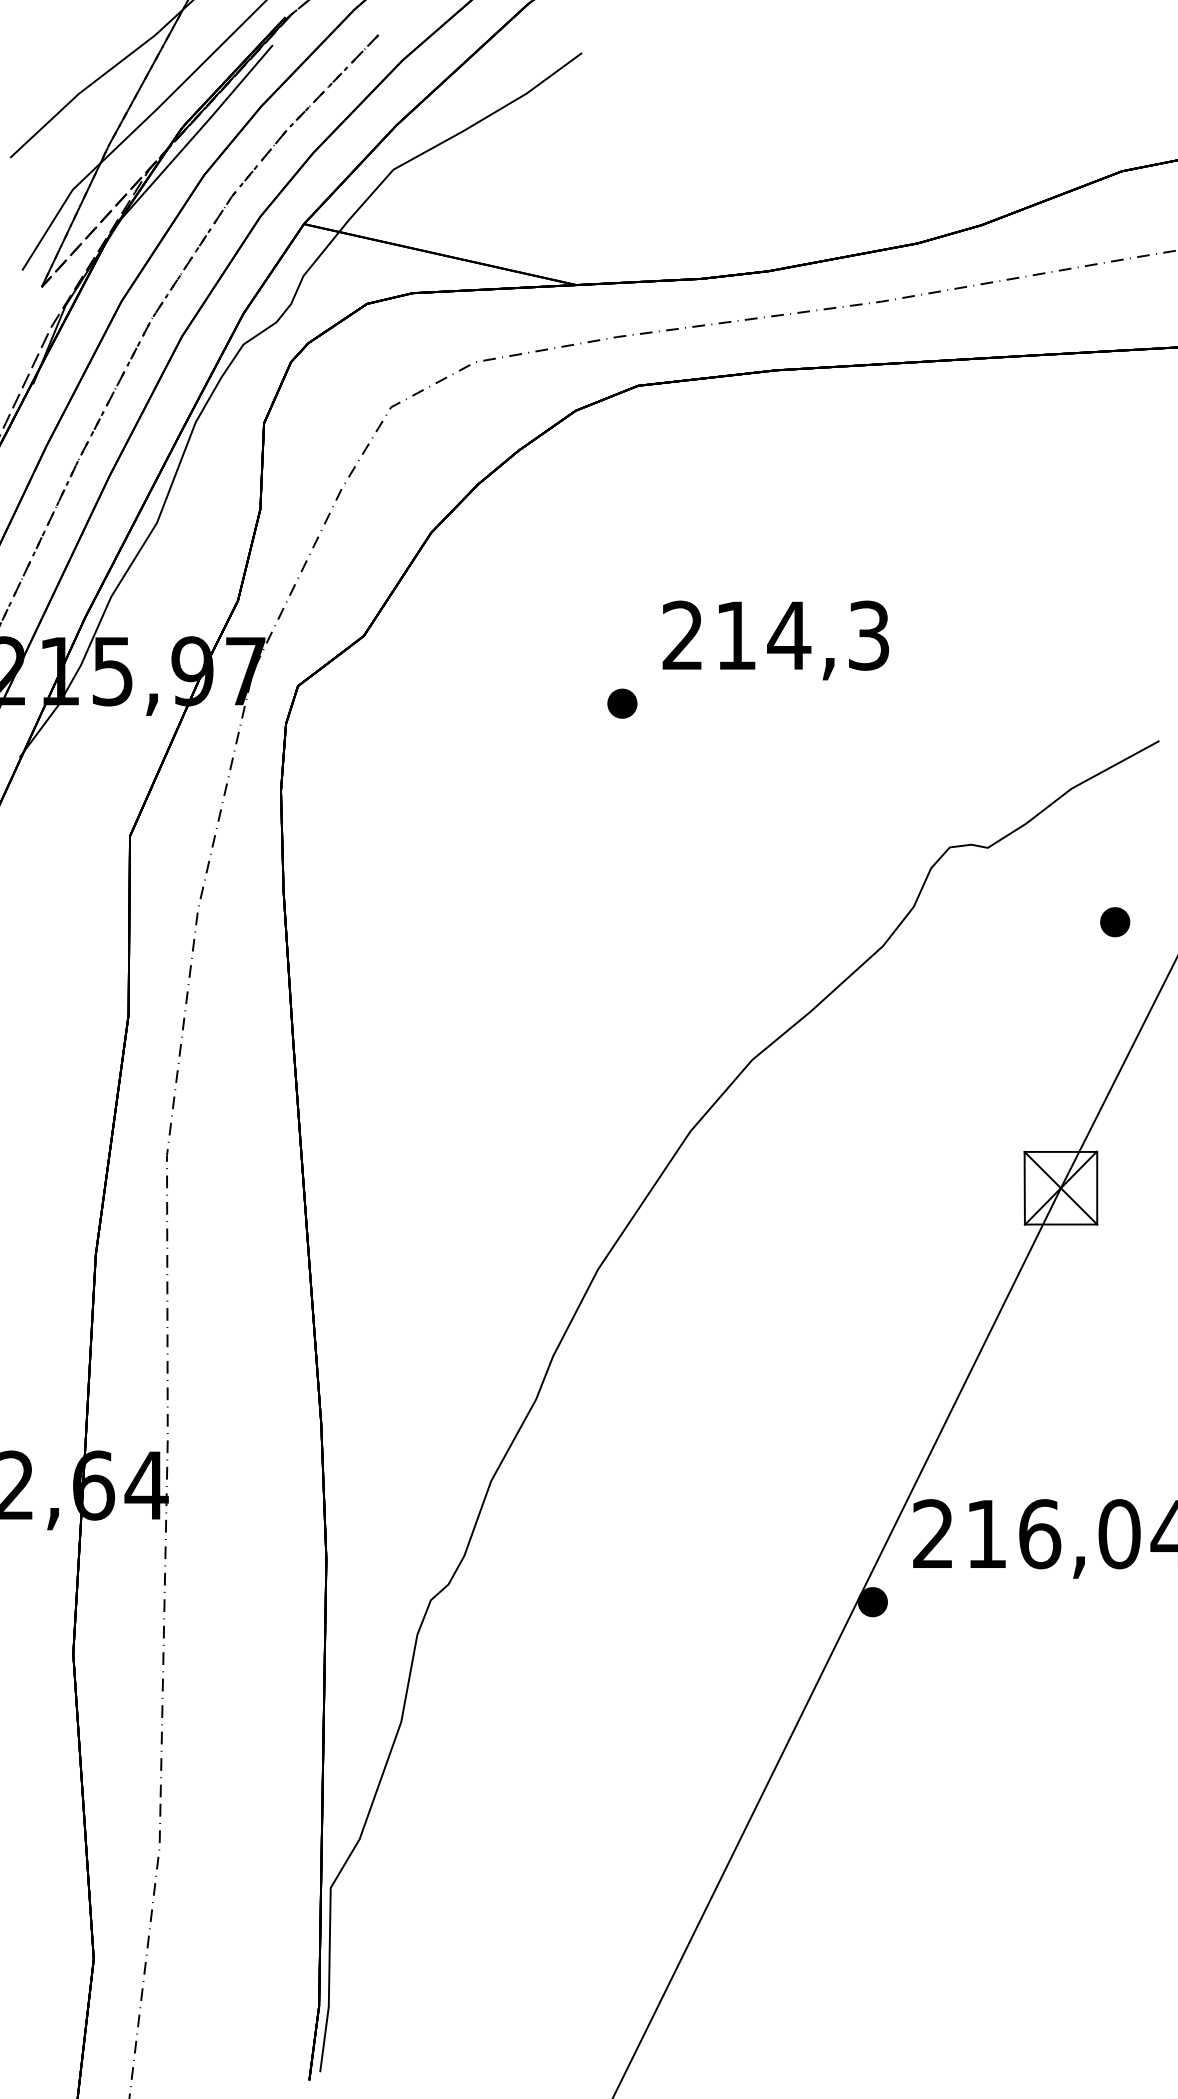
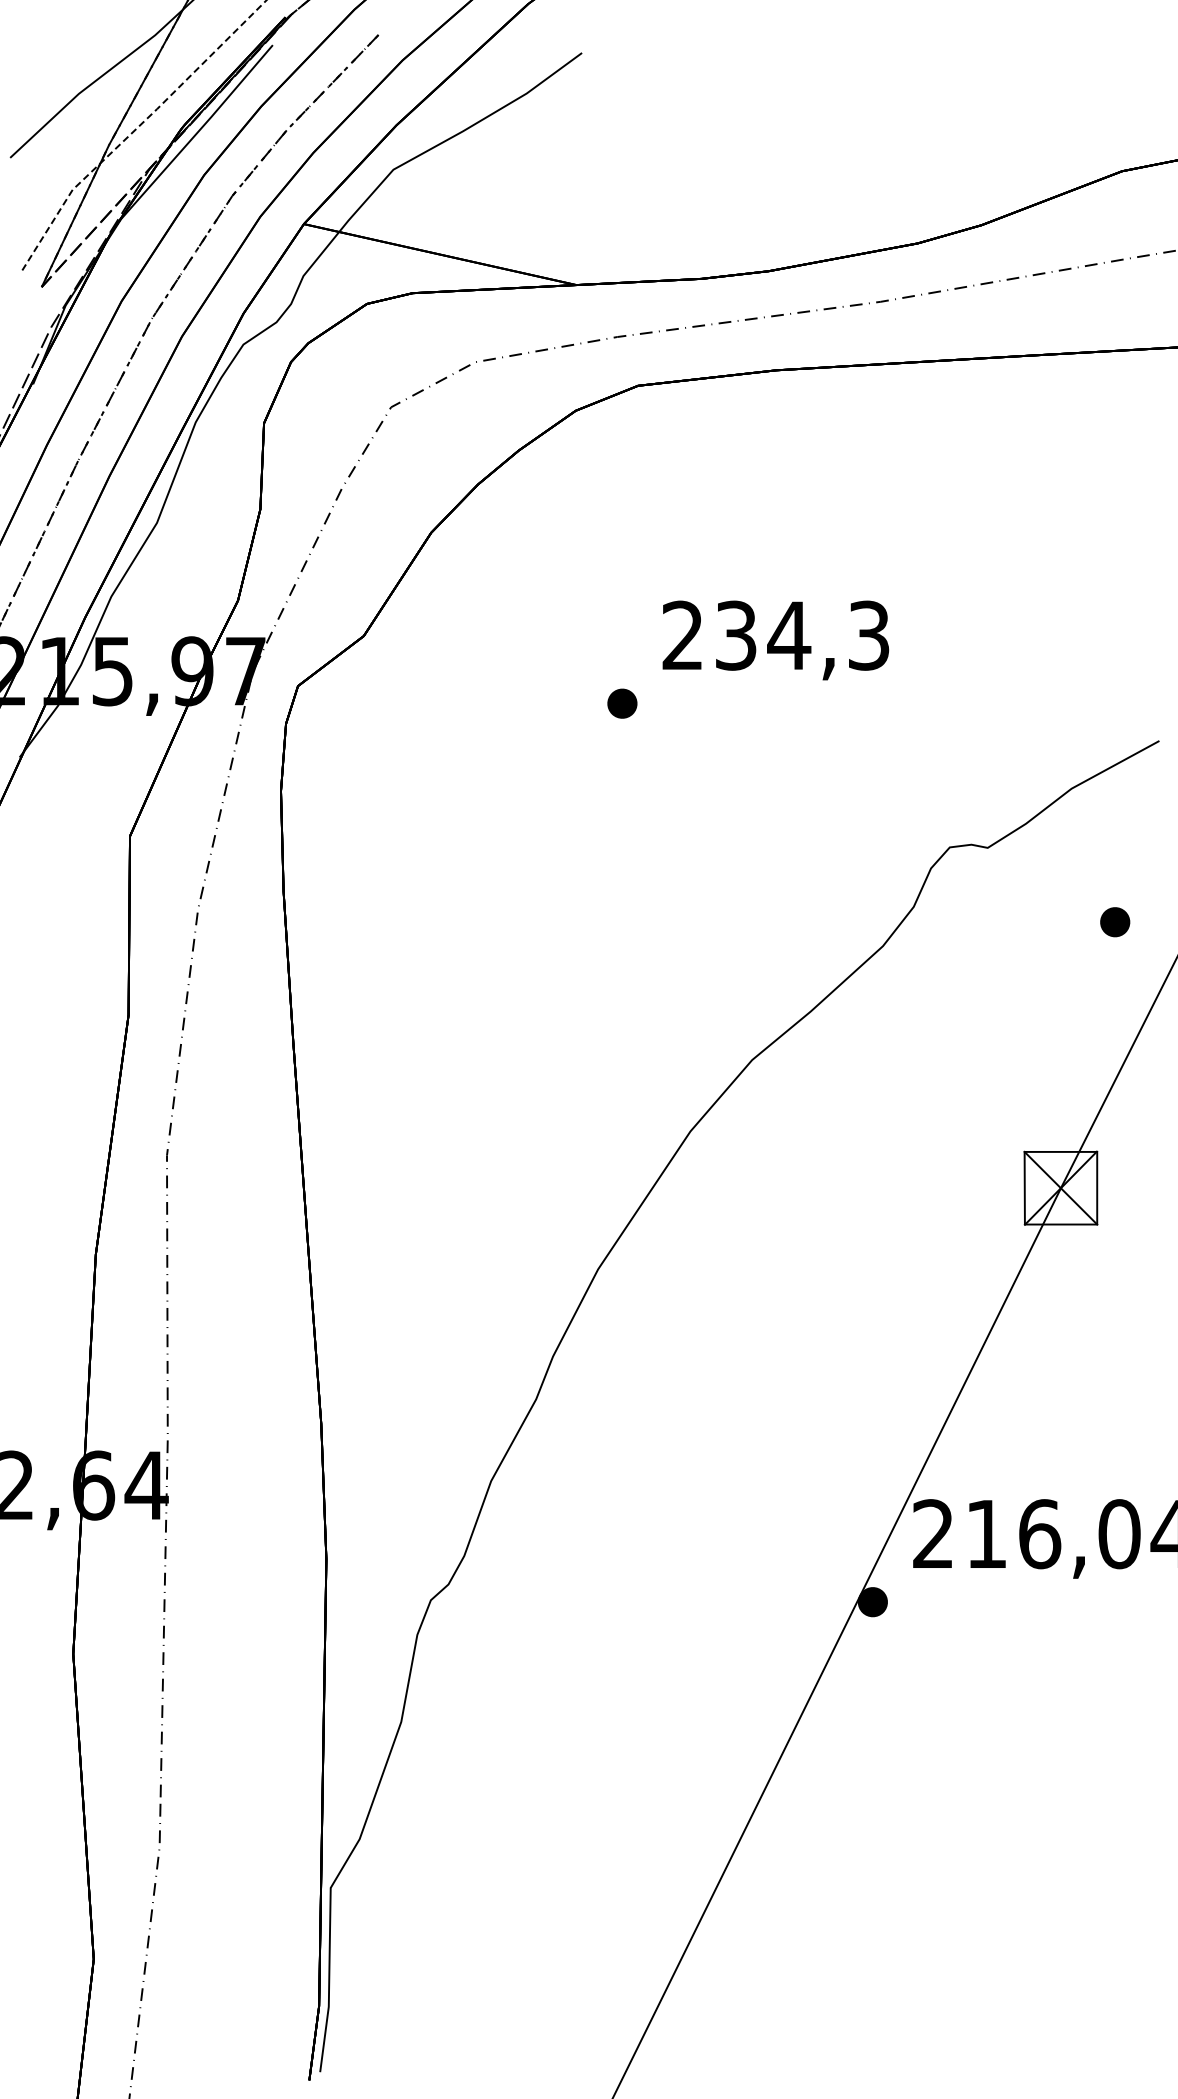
line at (136, 128): solid -> dashed
text at (736, 635): 214,3 -> 234,3
